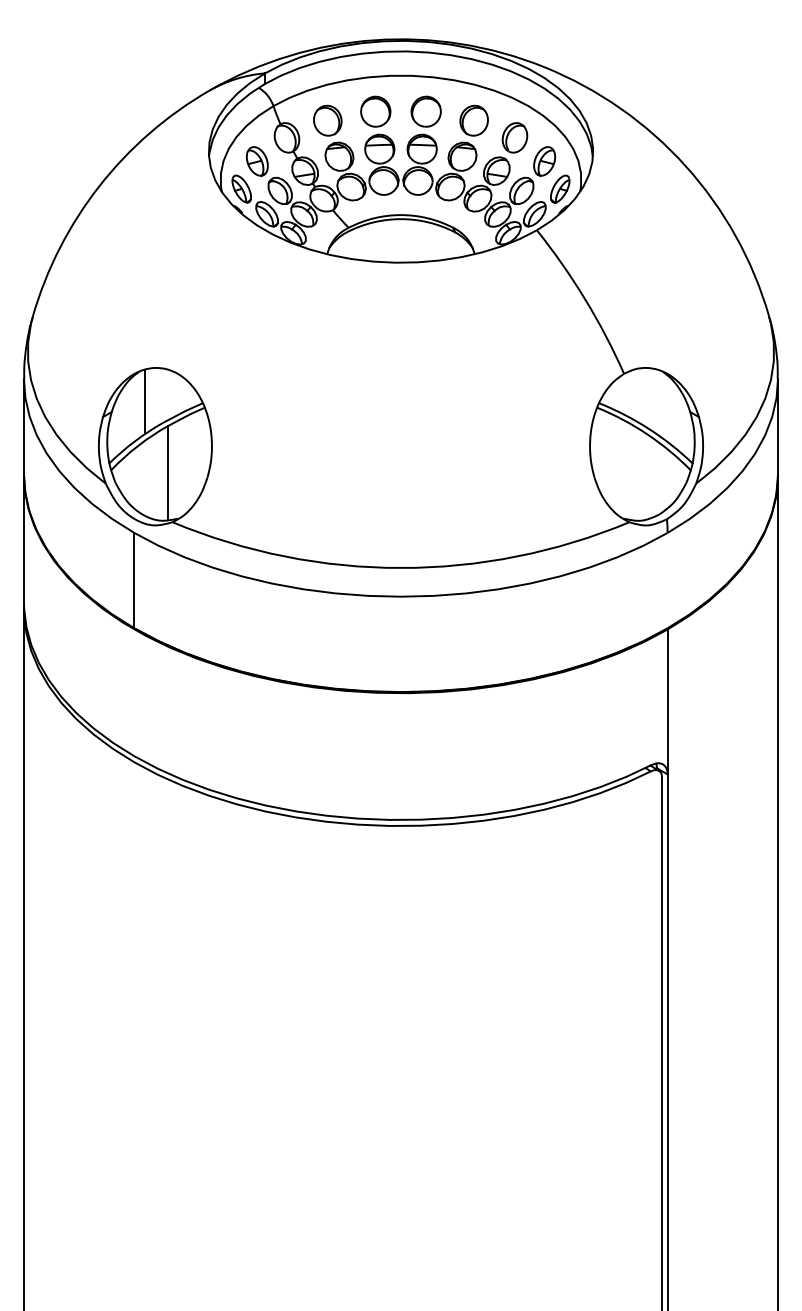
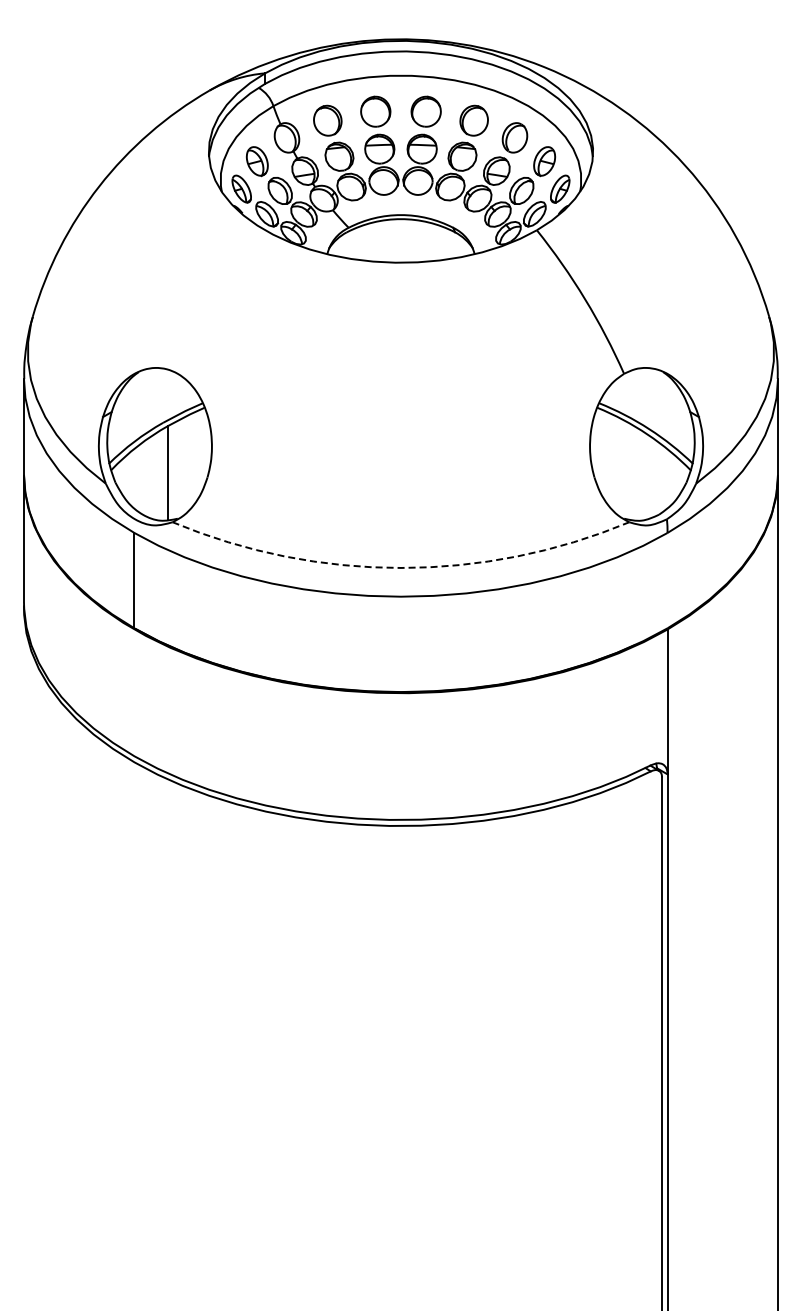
line at (144, 401): present -> none
arc at (401, 567): solid -> dashed
line at (24, 957): present -> none
